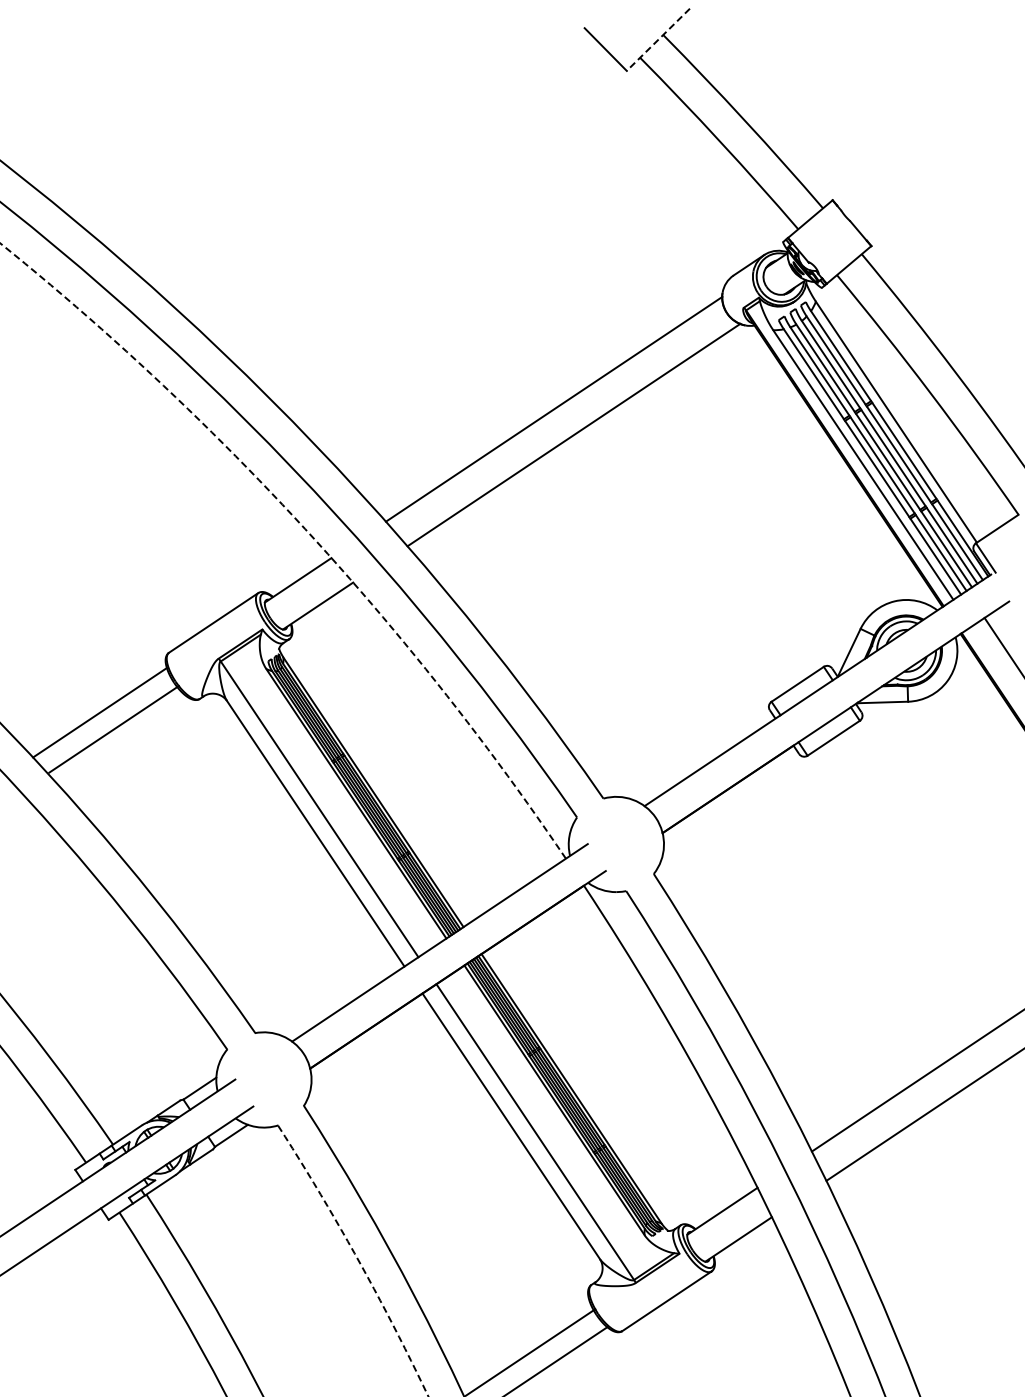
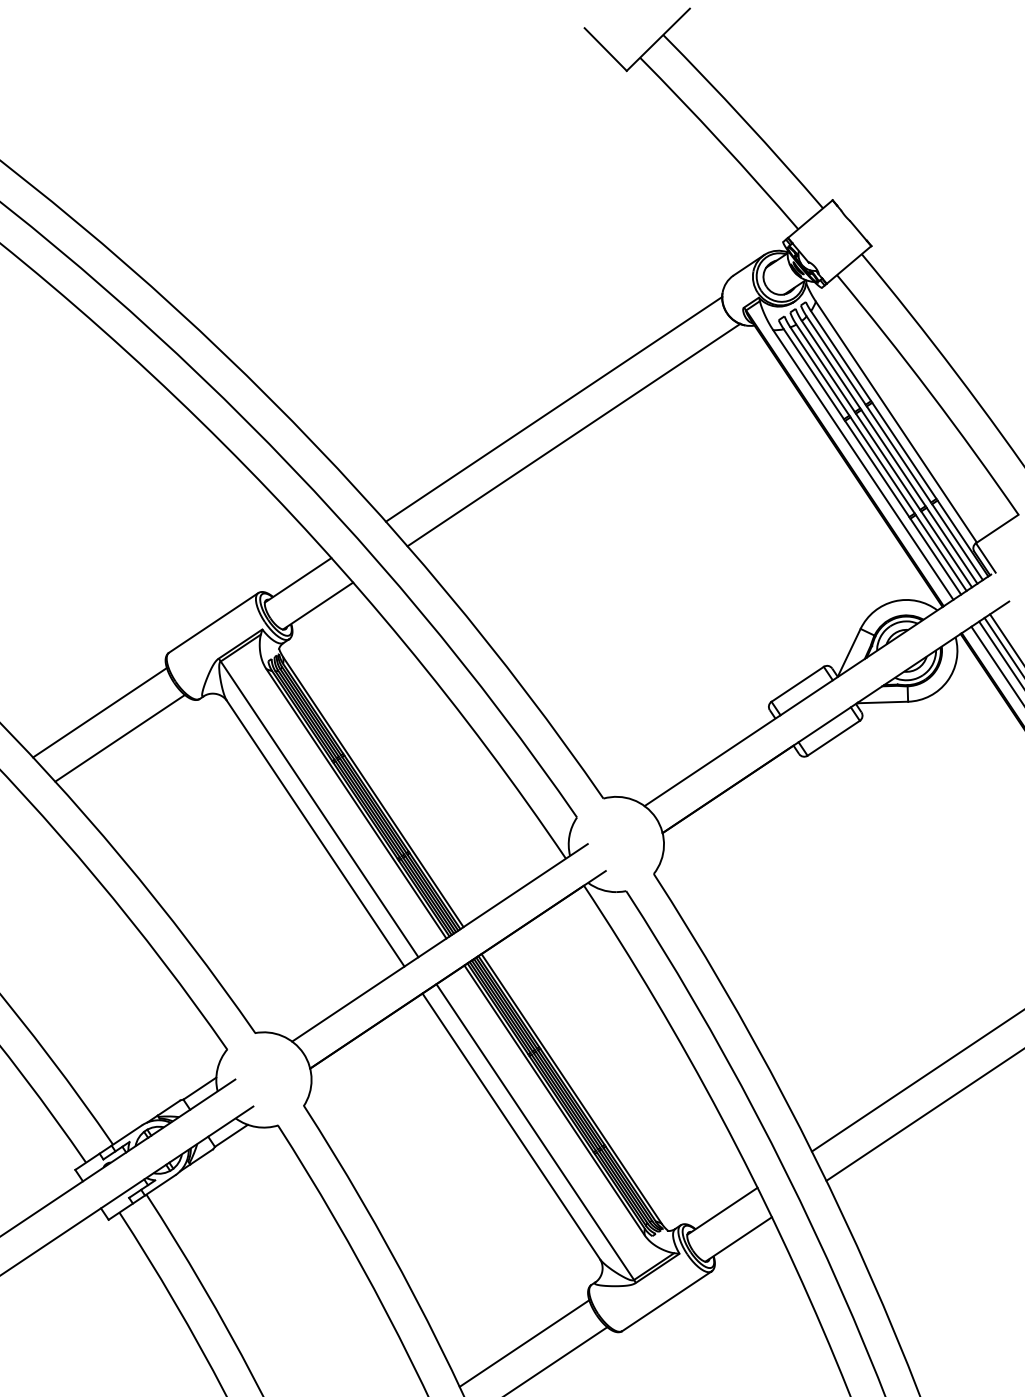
line at (658, 40): dashed -> solid
arc at (307, 531): dashed -> solid
line at (1005, 637): none -> present
line at (1000, 653): none -> present
line at (996, 663): none -> present
line at (113, 729) position: (113, 729) -> (119, 738)
arc at (357, 1259): dashed -> solid
line at (532, 1351) position: (532, 1351) -> (524, 1343)
